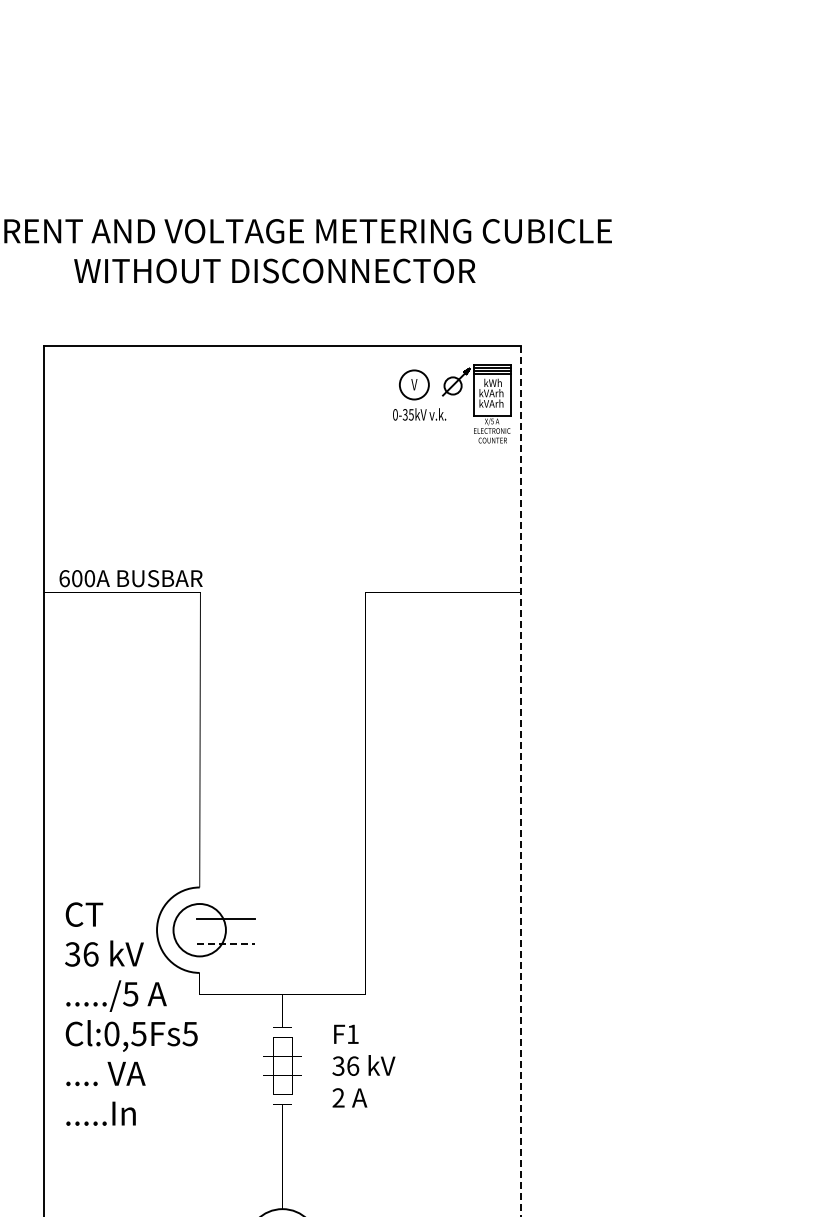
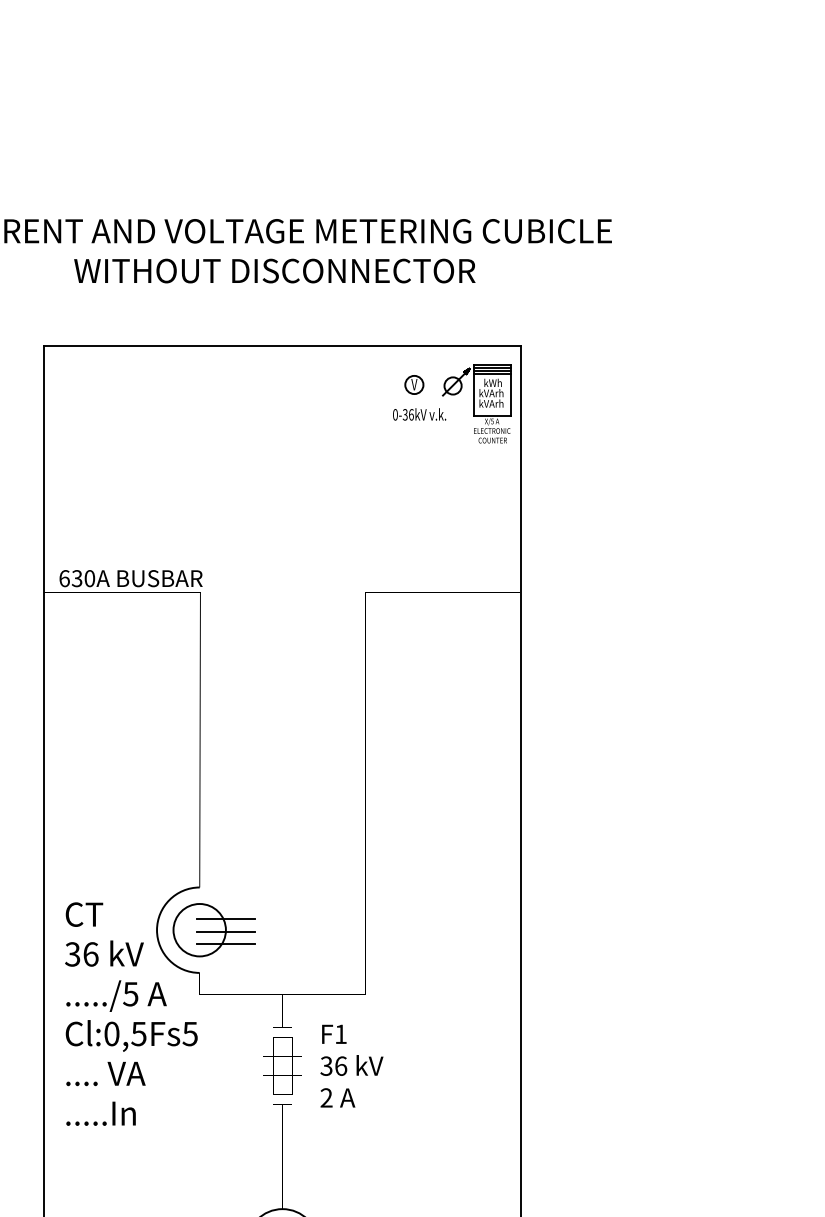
circle at (413, 384) diameter: 29 px -> 18 px
text at (410, 414): 0-35kV -> 0-36kV
text at (77, 578): 600A -> 630A
line at (521, 781): dashed -> solid
line at (225, 931): none -> present
line at (226, 943): dashed -> solid
text at (363, 1065) position: (363, 1065) -> (351, 1065)
